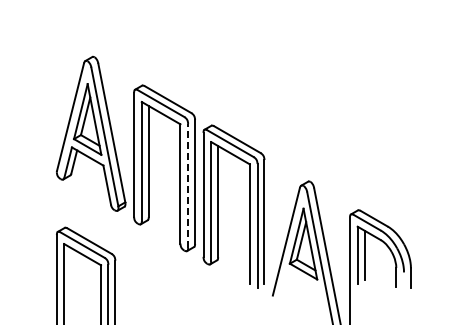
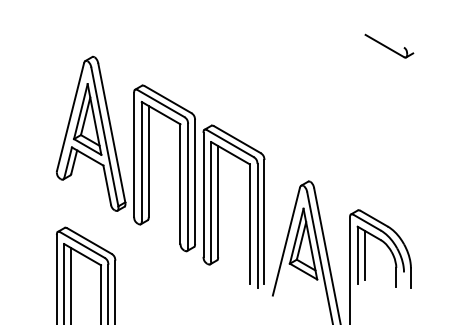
part at (389, 45): none -> present
line at (188, 185): dashed -> solid
line at (71, 284): none -> present
